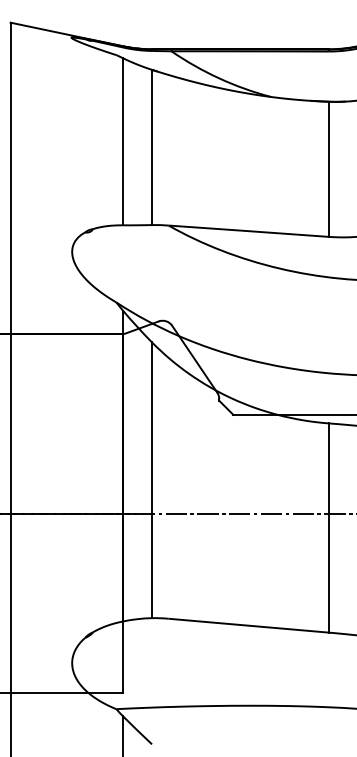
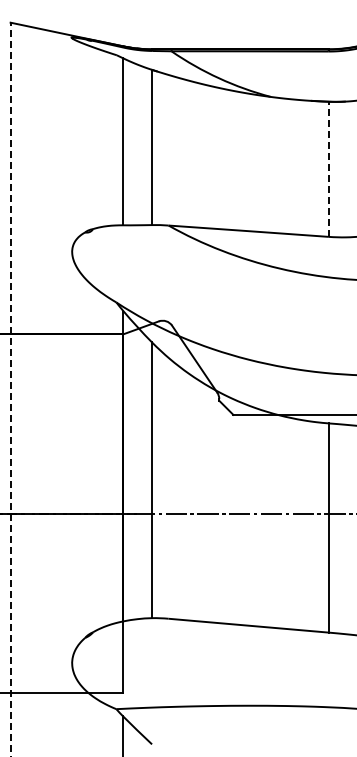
line at (328, 169): solid -> dashed
line at (10, 389): solid -> dashed
